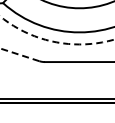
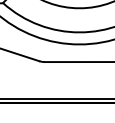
arc at (54, 41): dashed -> solid
line at (19, 54): dashed -> solid
